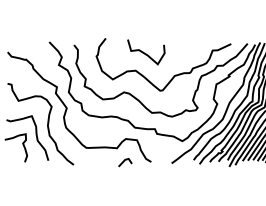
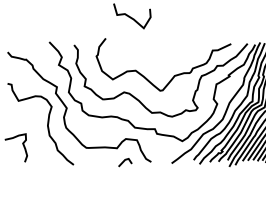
curve at (146, 53) position: (146, 53) -> (132, 17)
curve at (35, 135): present -> none
